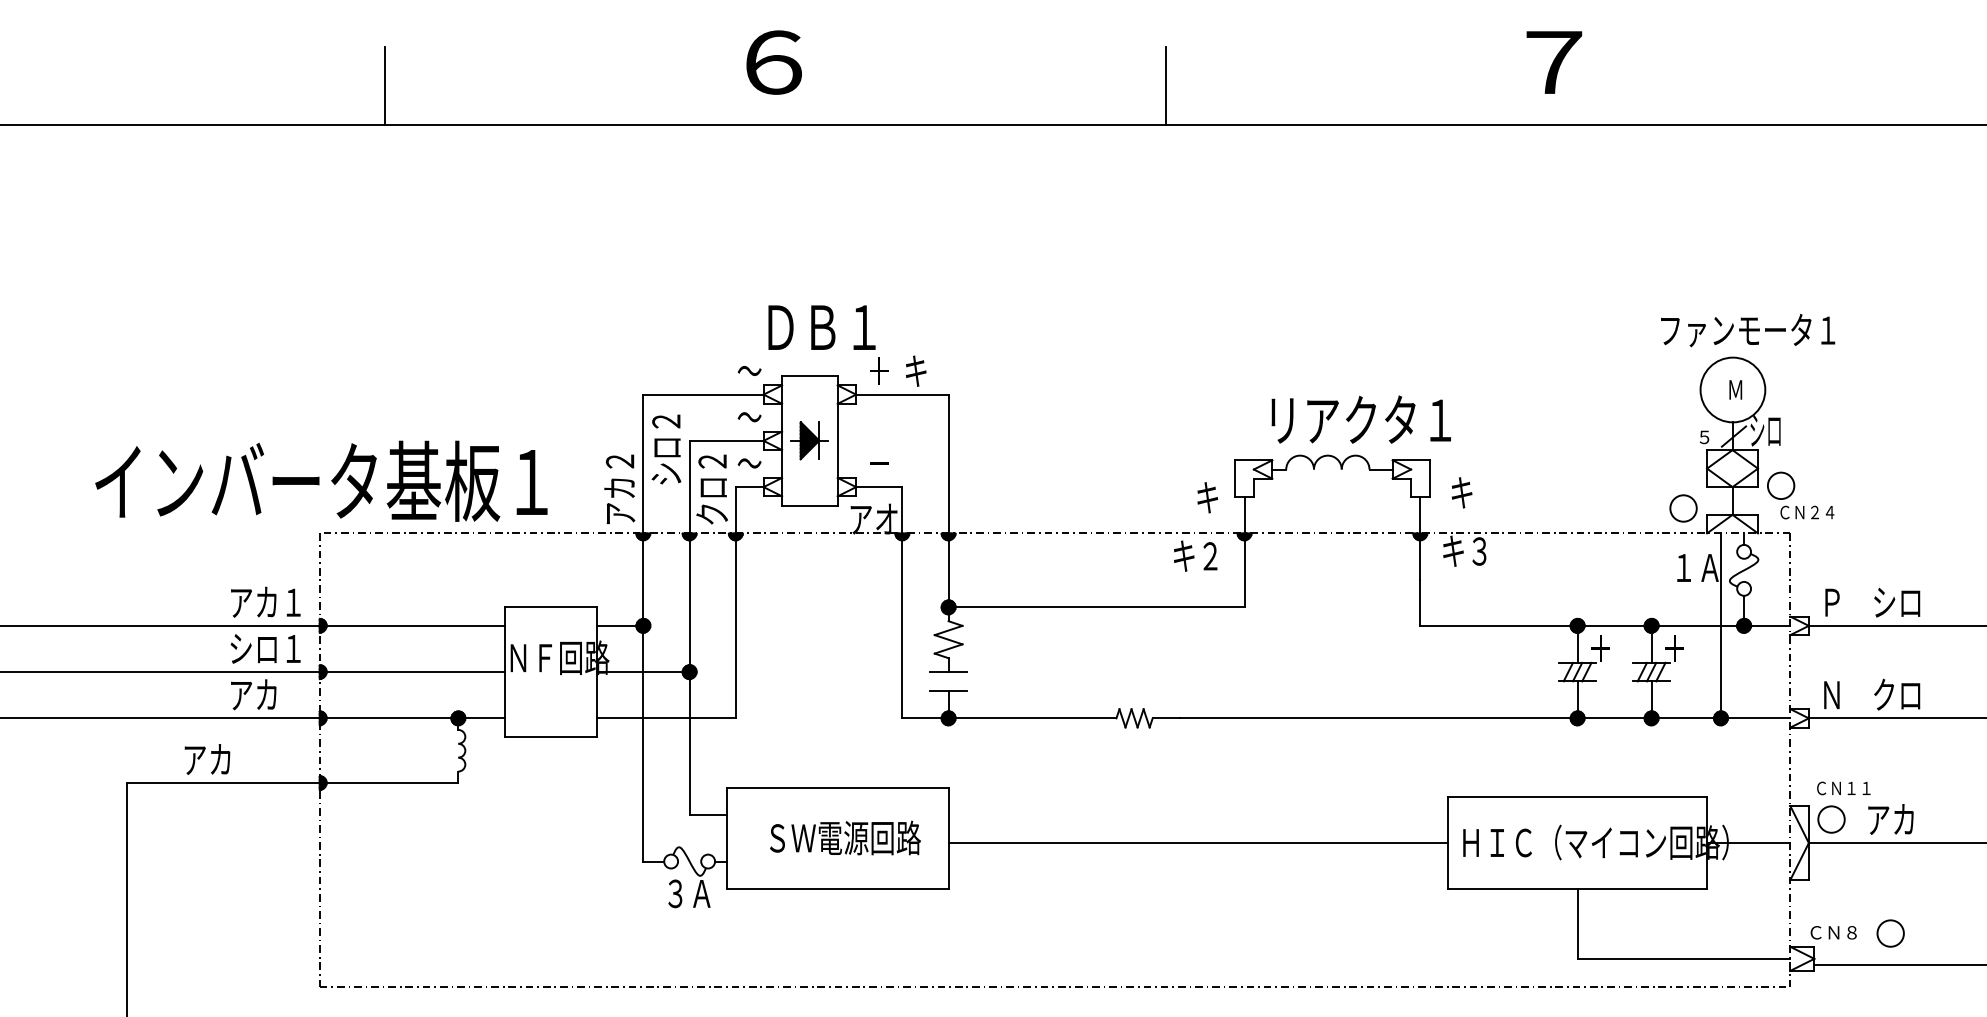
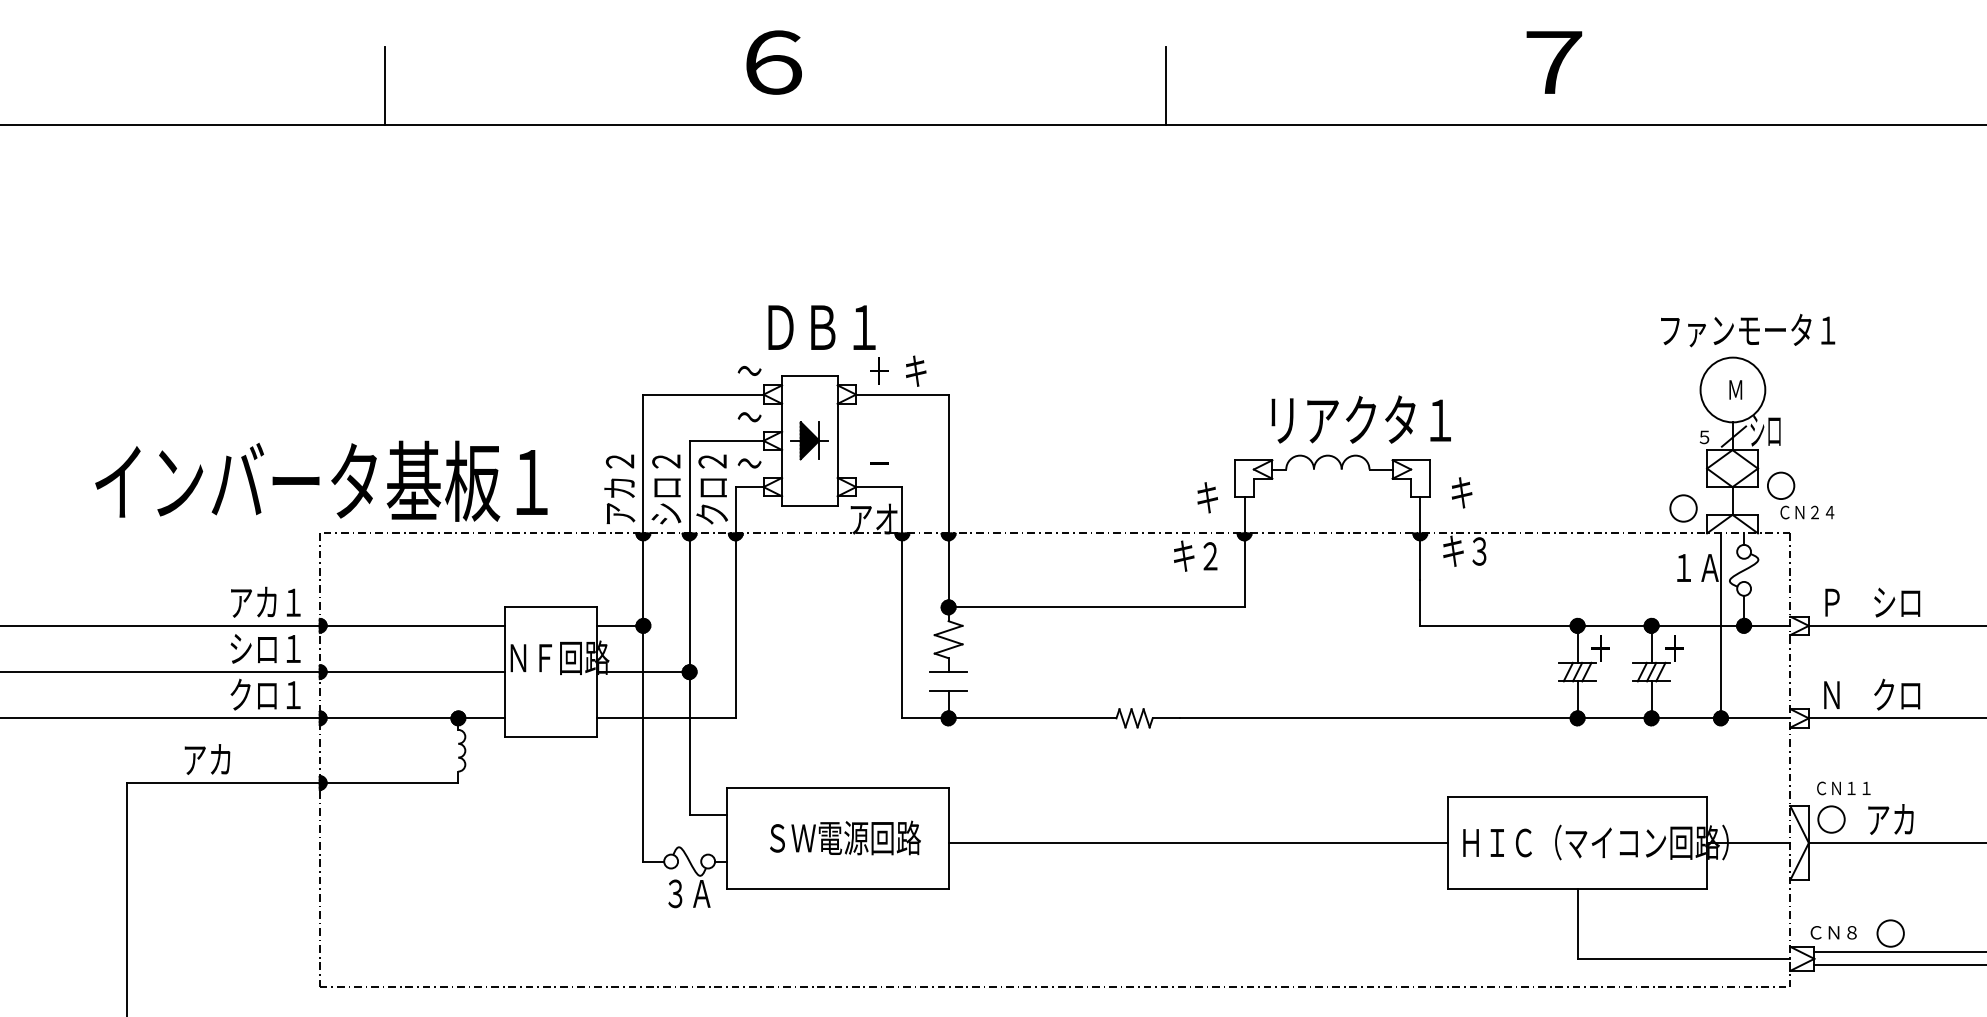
text at (666, 449) position: (666, 449) -> (666, 489)
text at (265, 694): アカ -> クロ１
line at (1898, 952): none -> present
